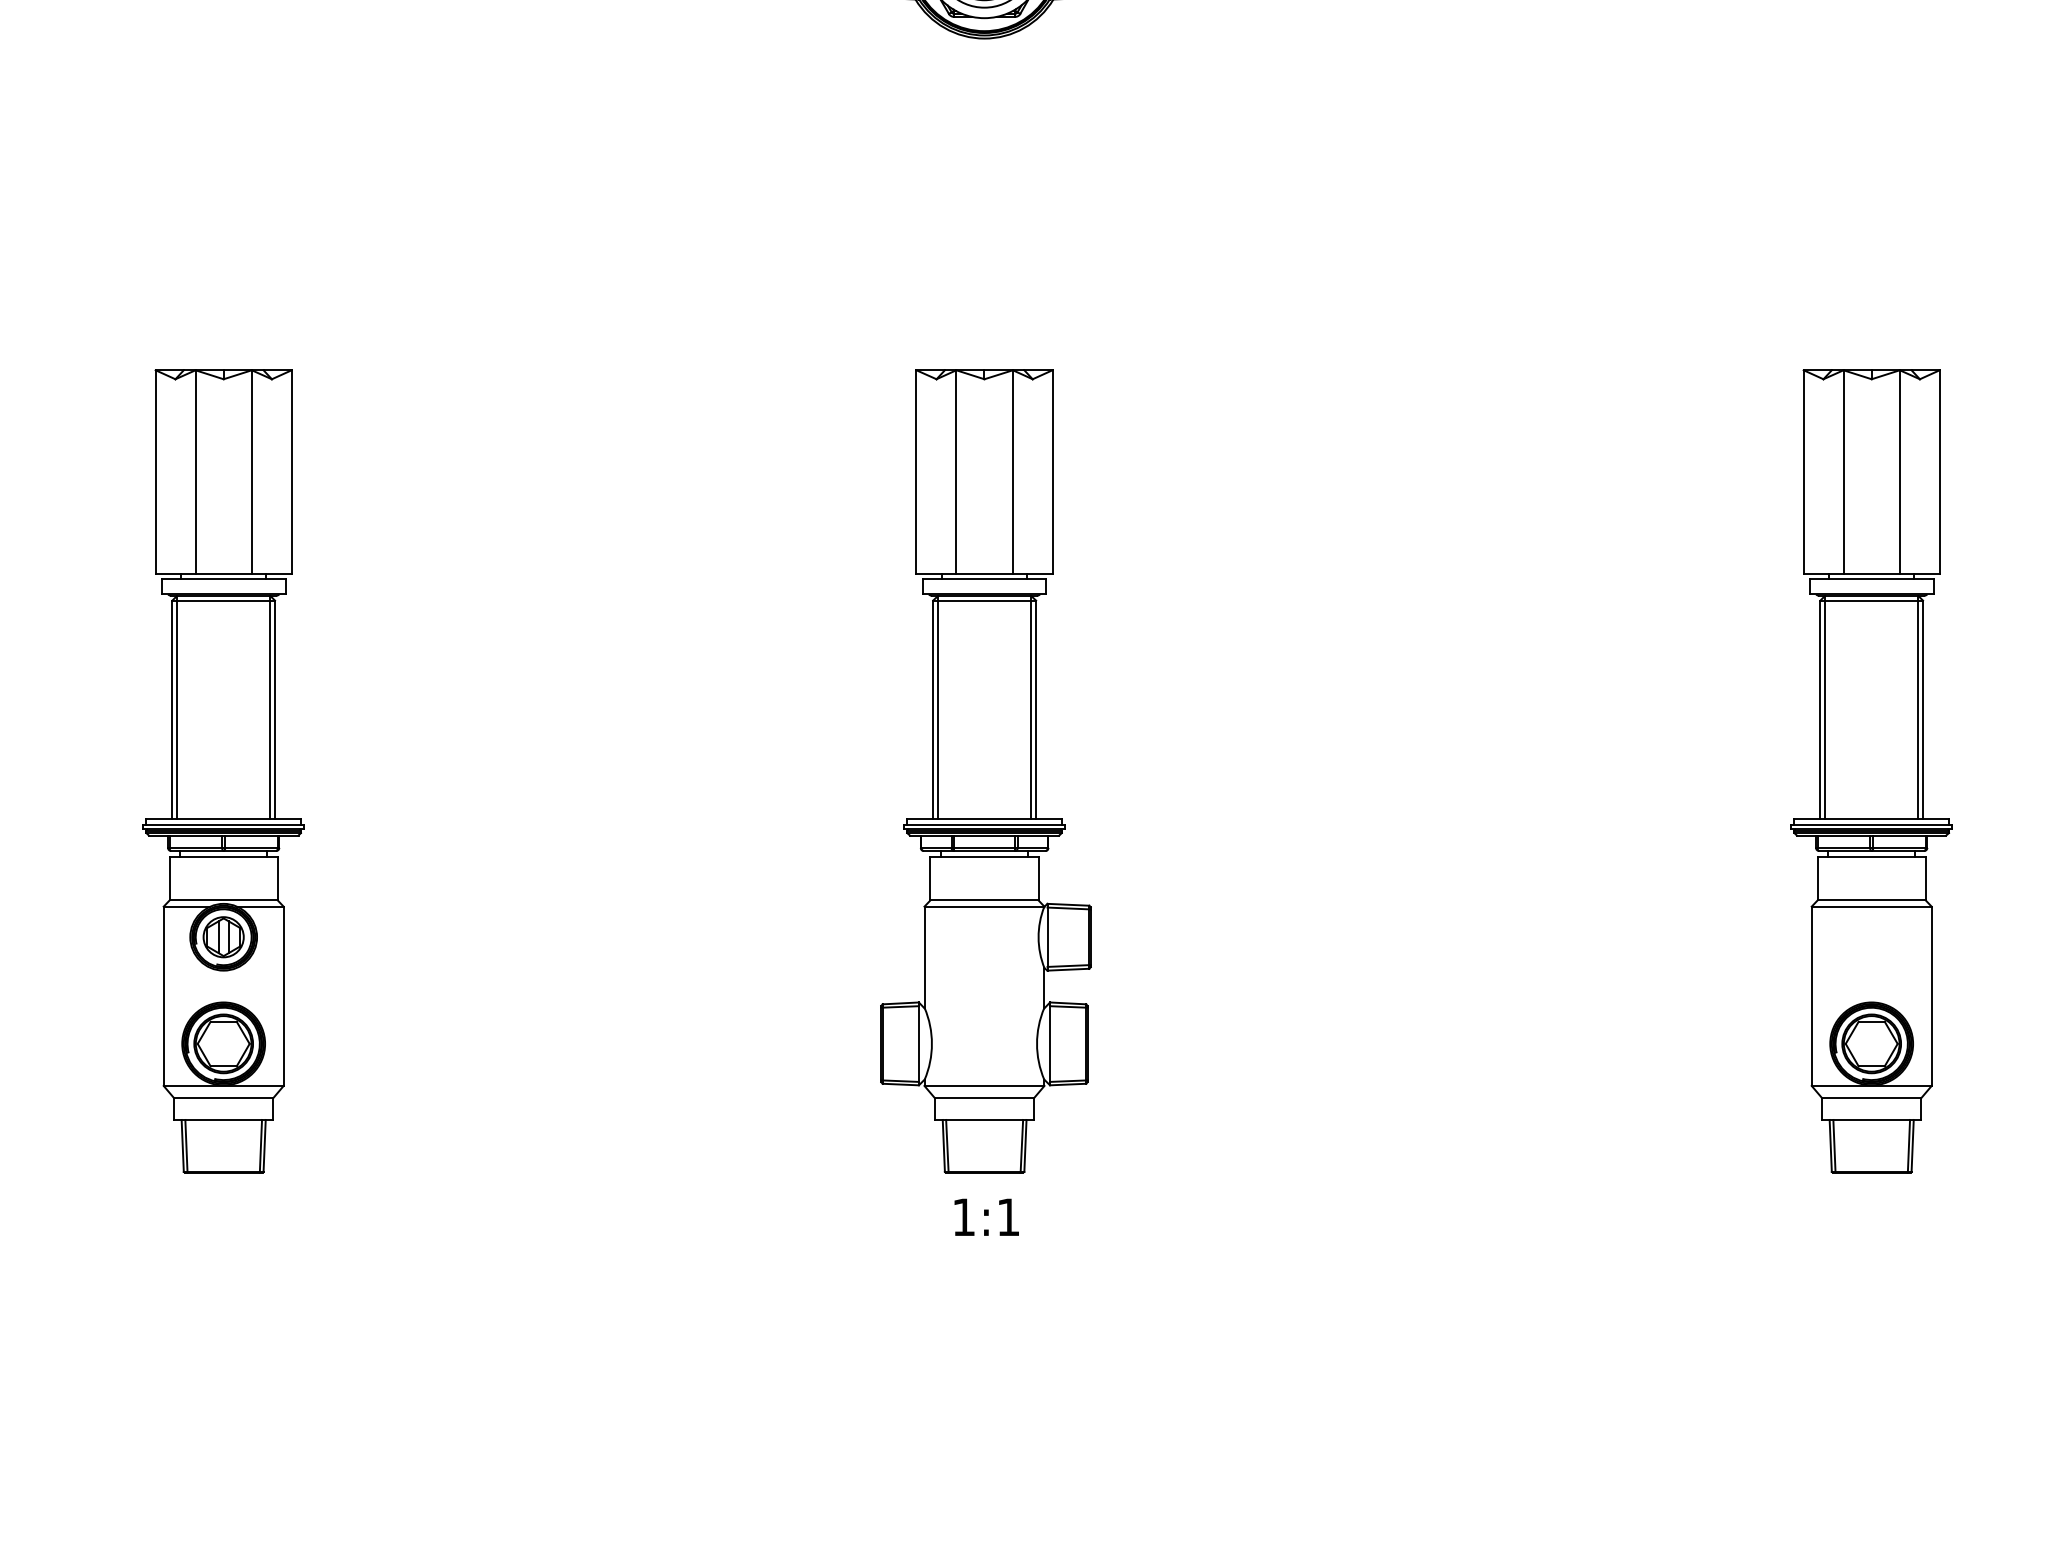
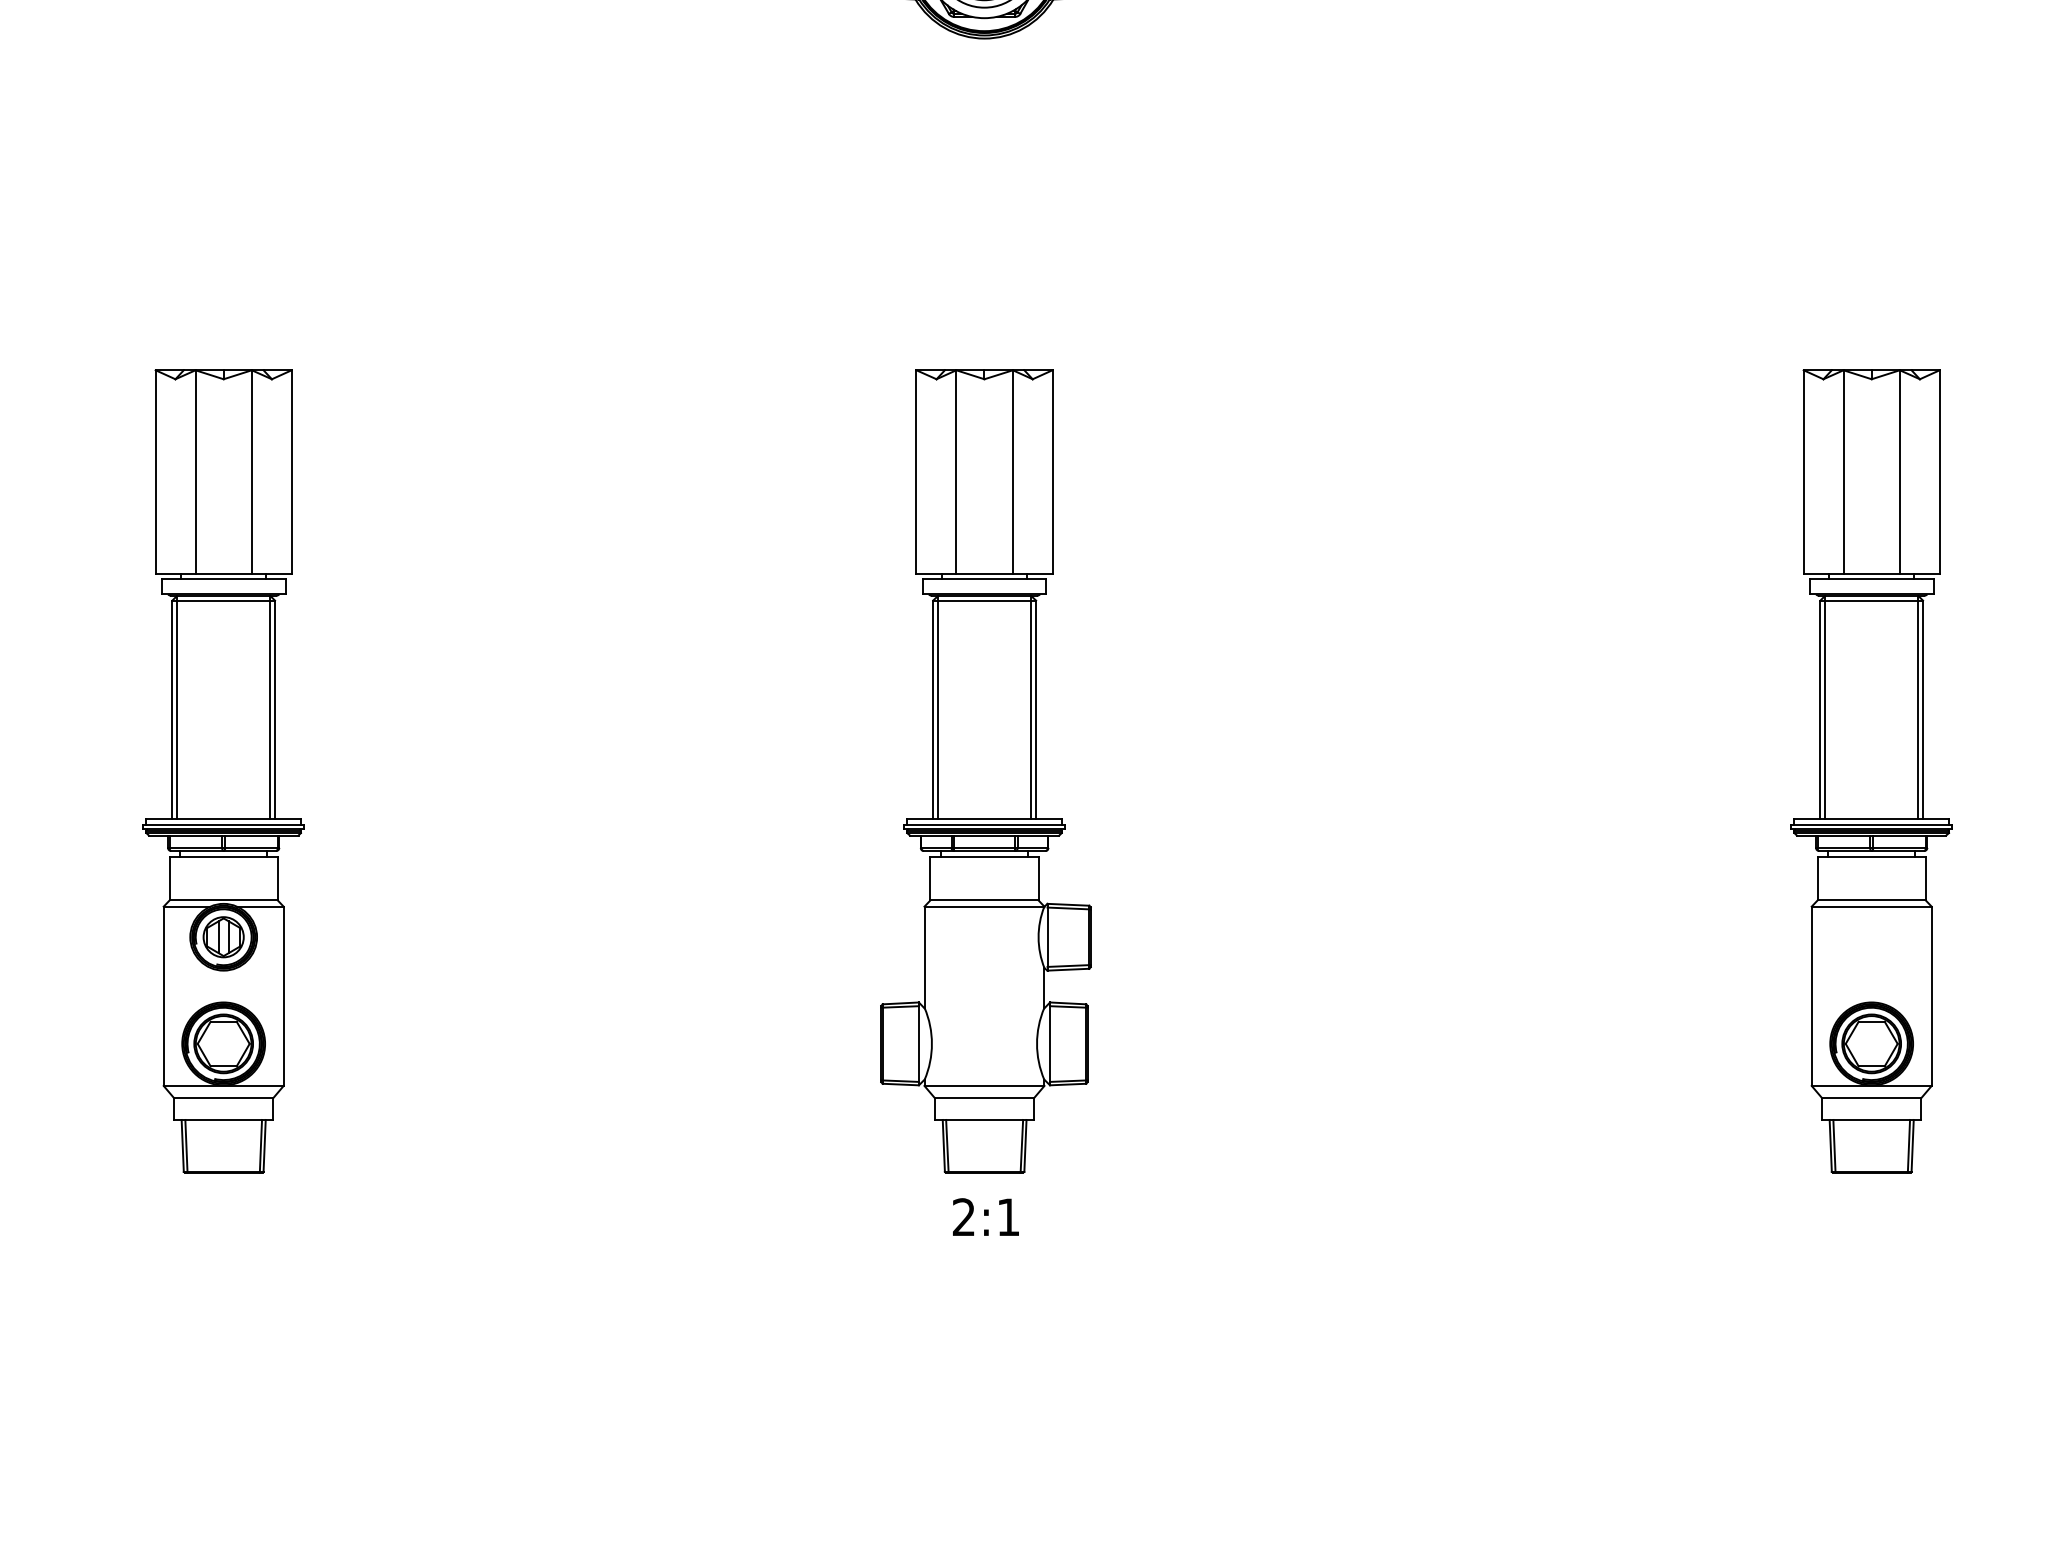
text at (963, 1216): 1:1 -> 2:1
